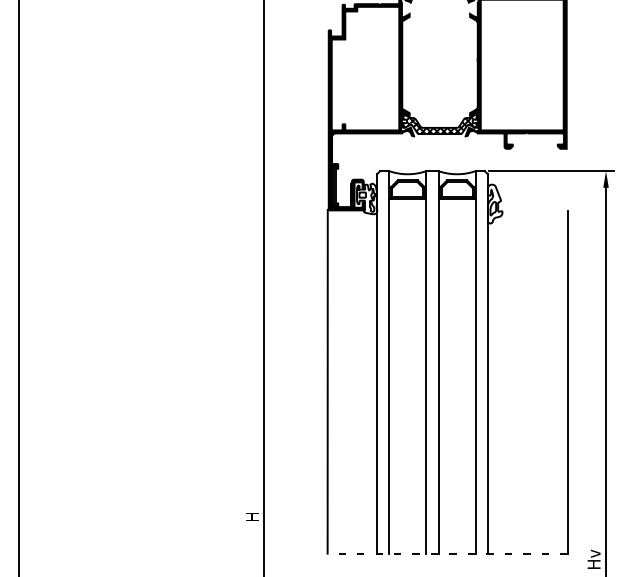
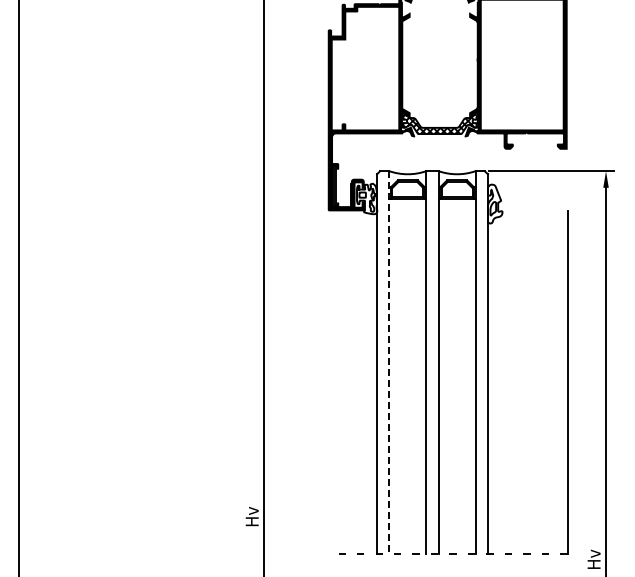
line at (389, 362): solid -> dashed
line at (327, 381): present -> none
text at (251, 516): H -> Hv
